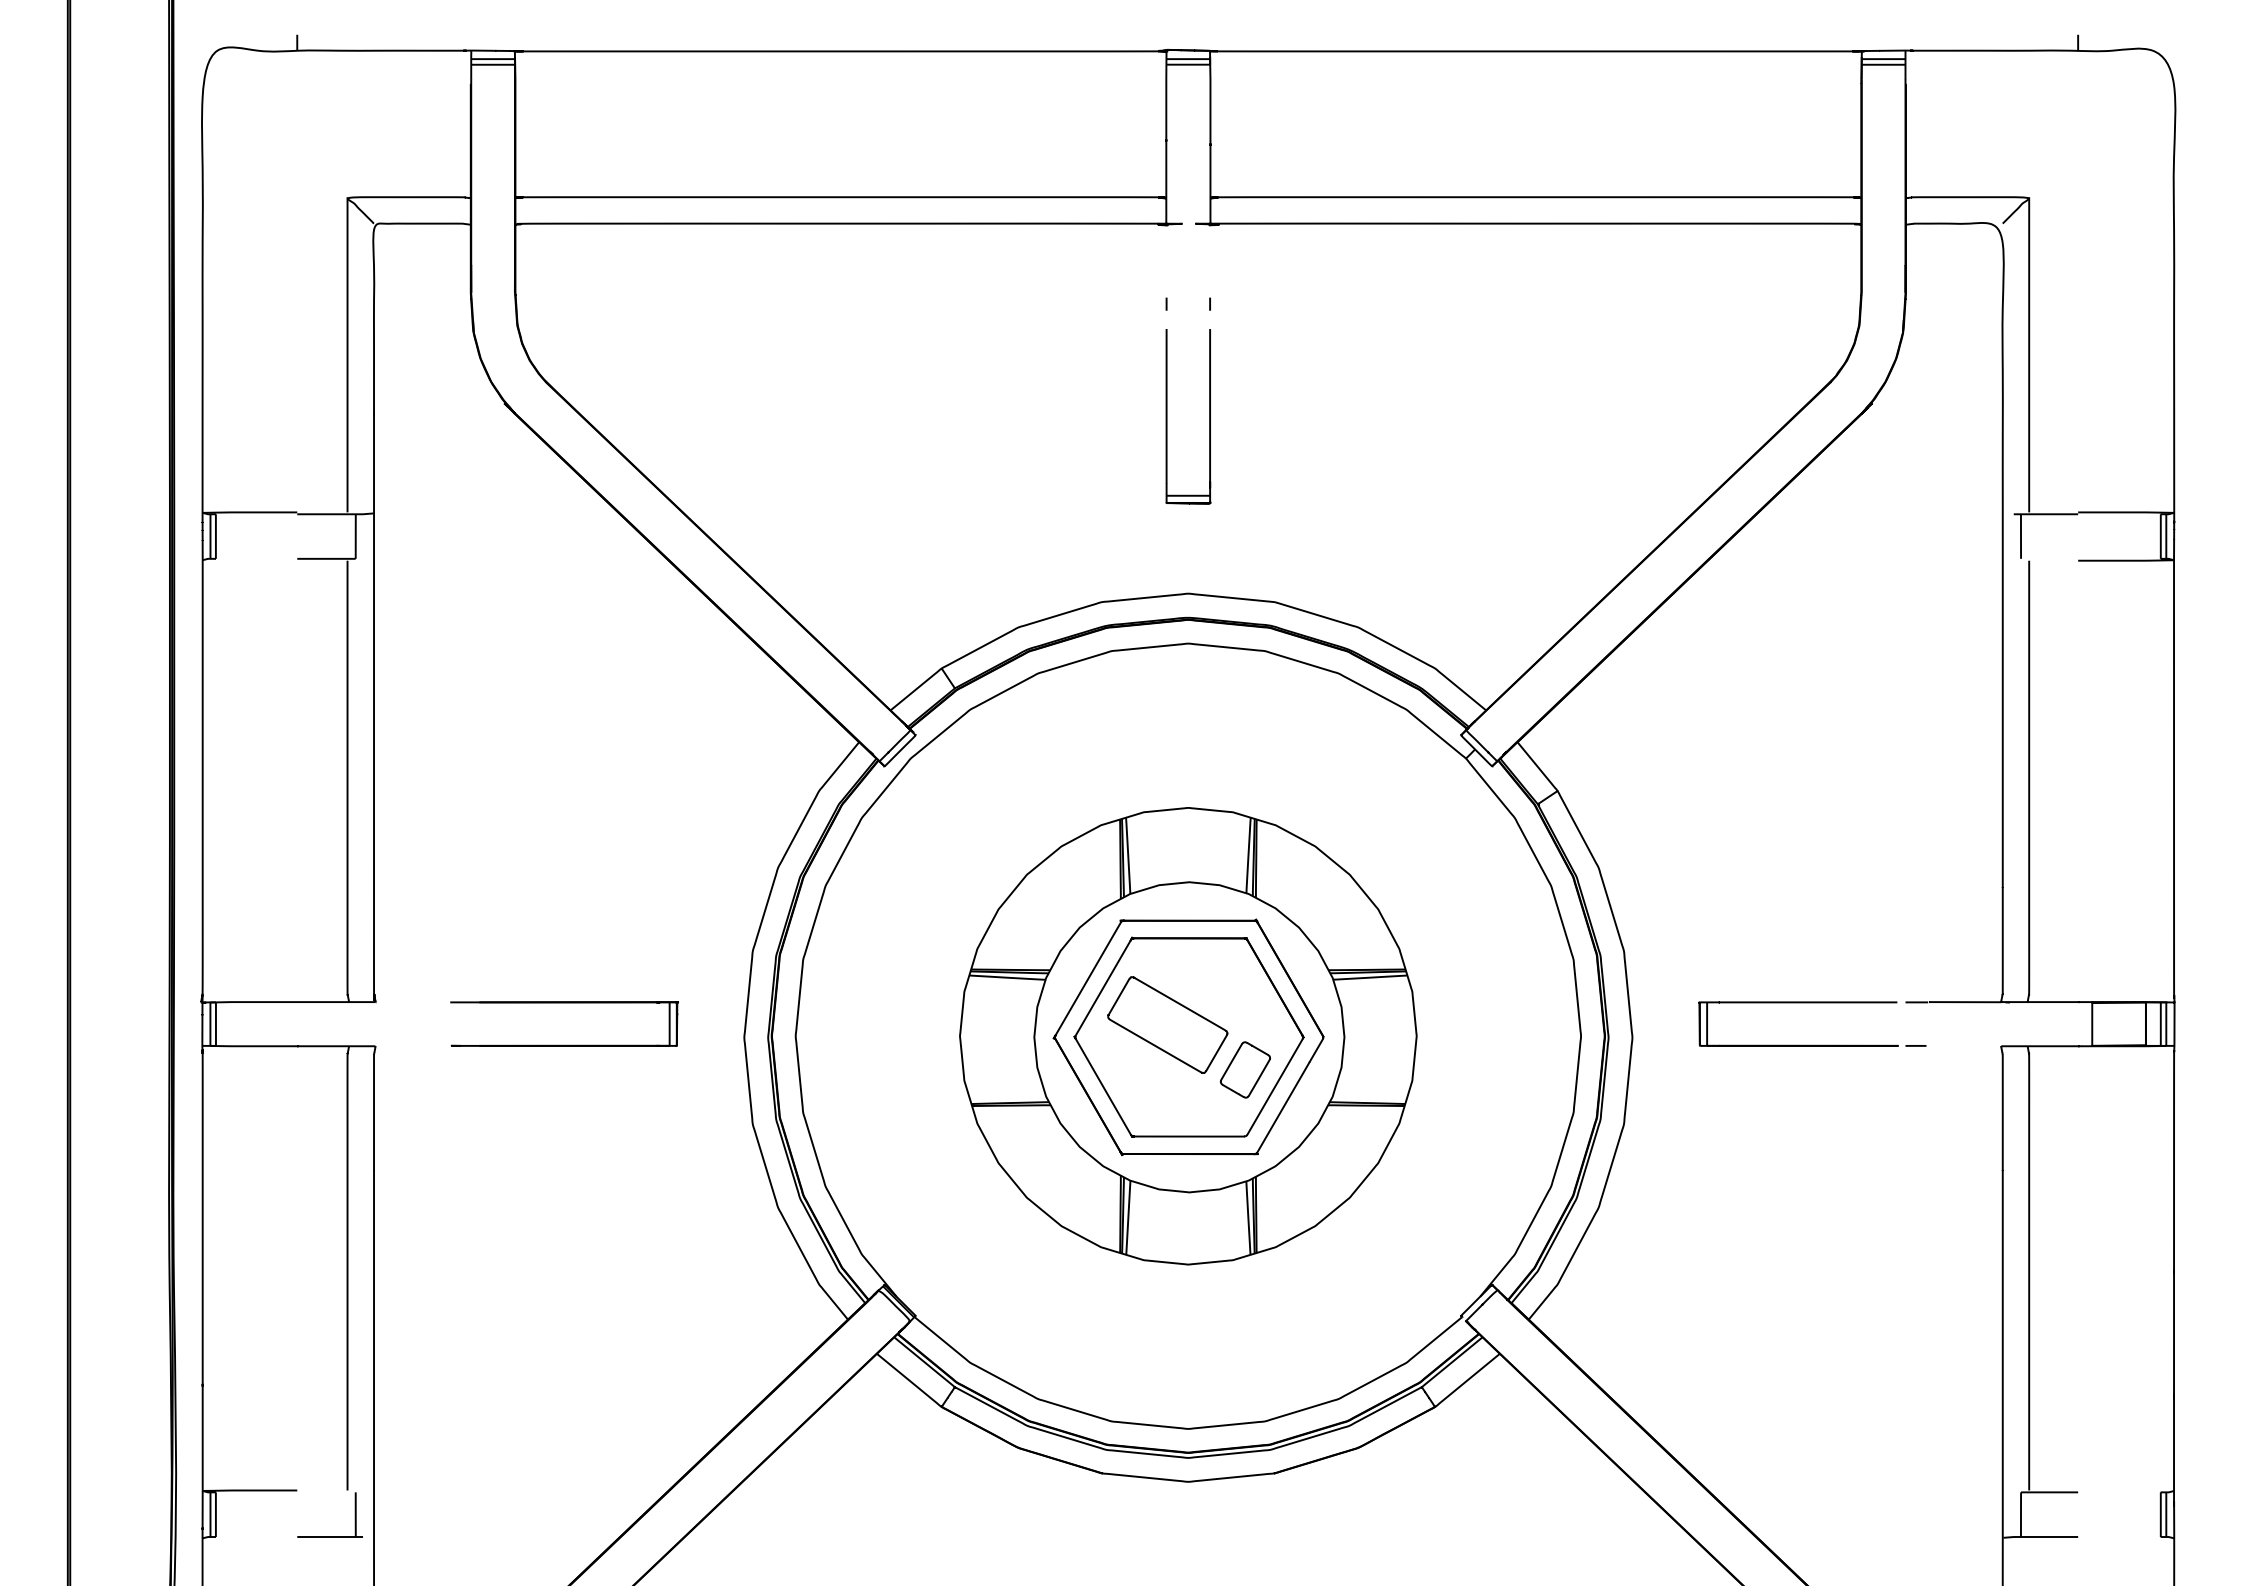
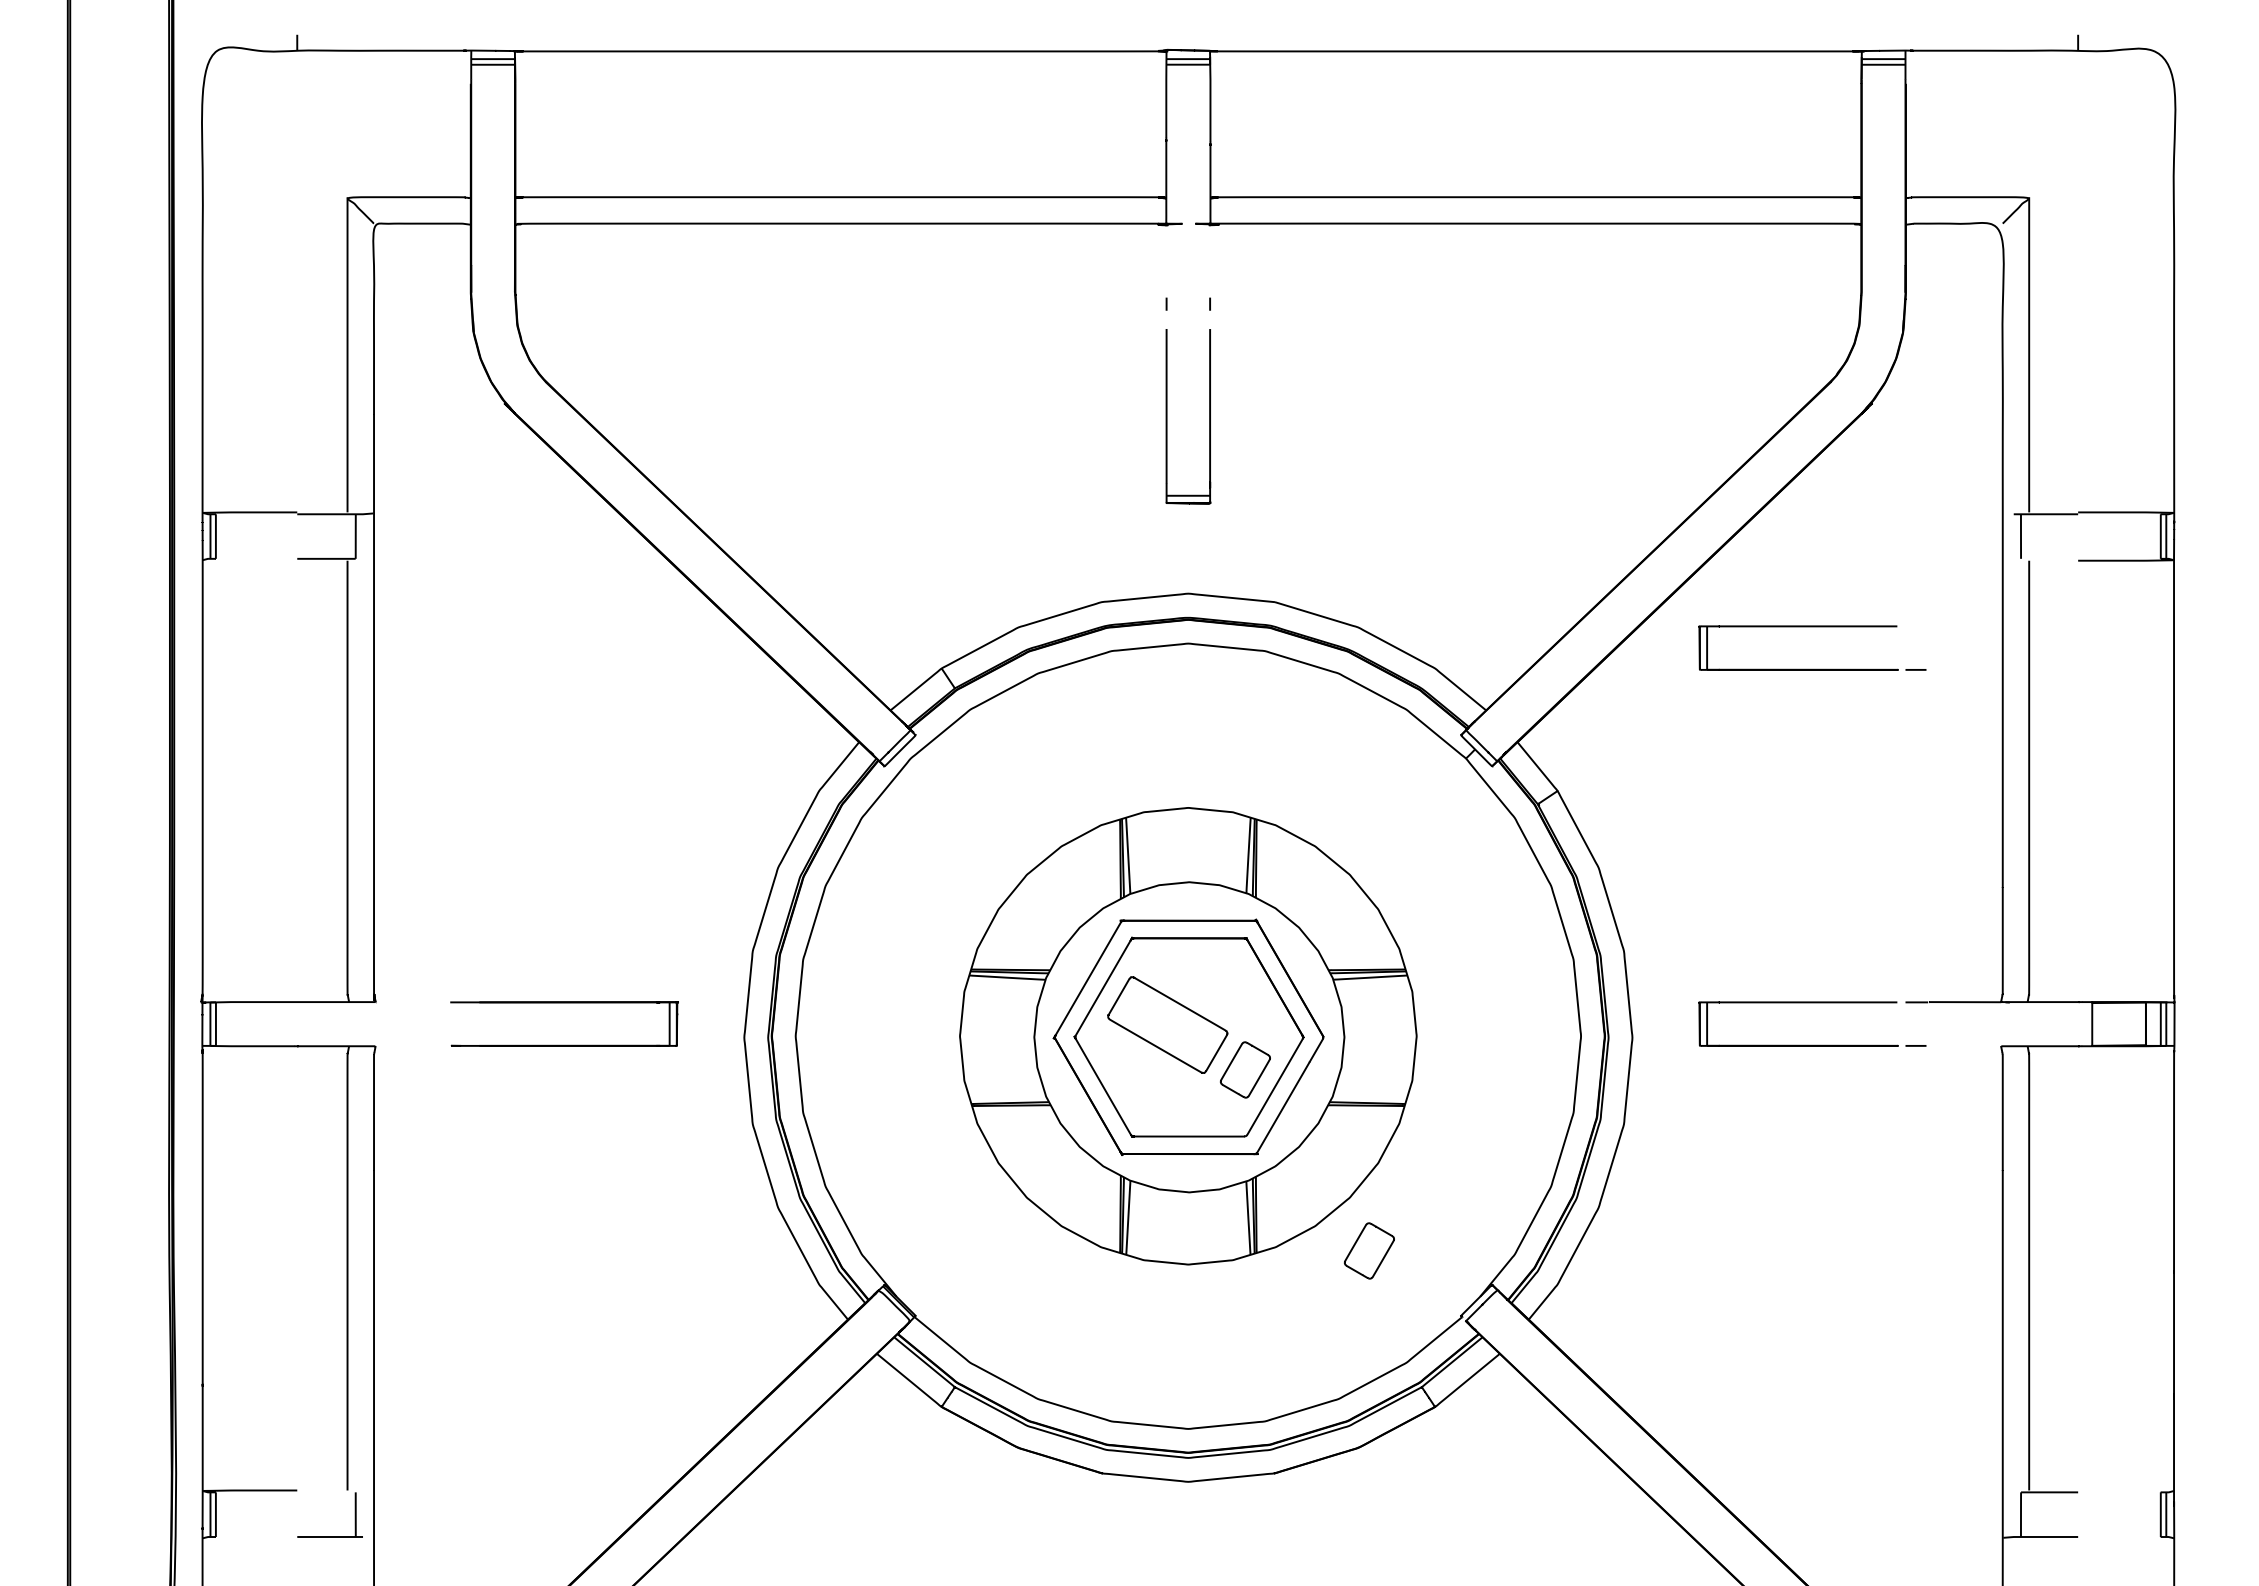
part at (1812, 627): none -> present
part at (1369, 1250): none -> present
